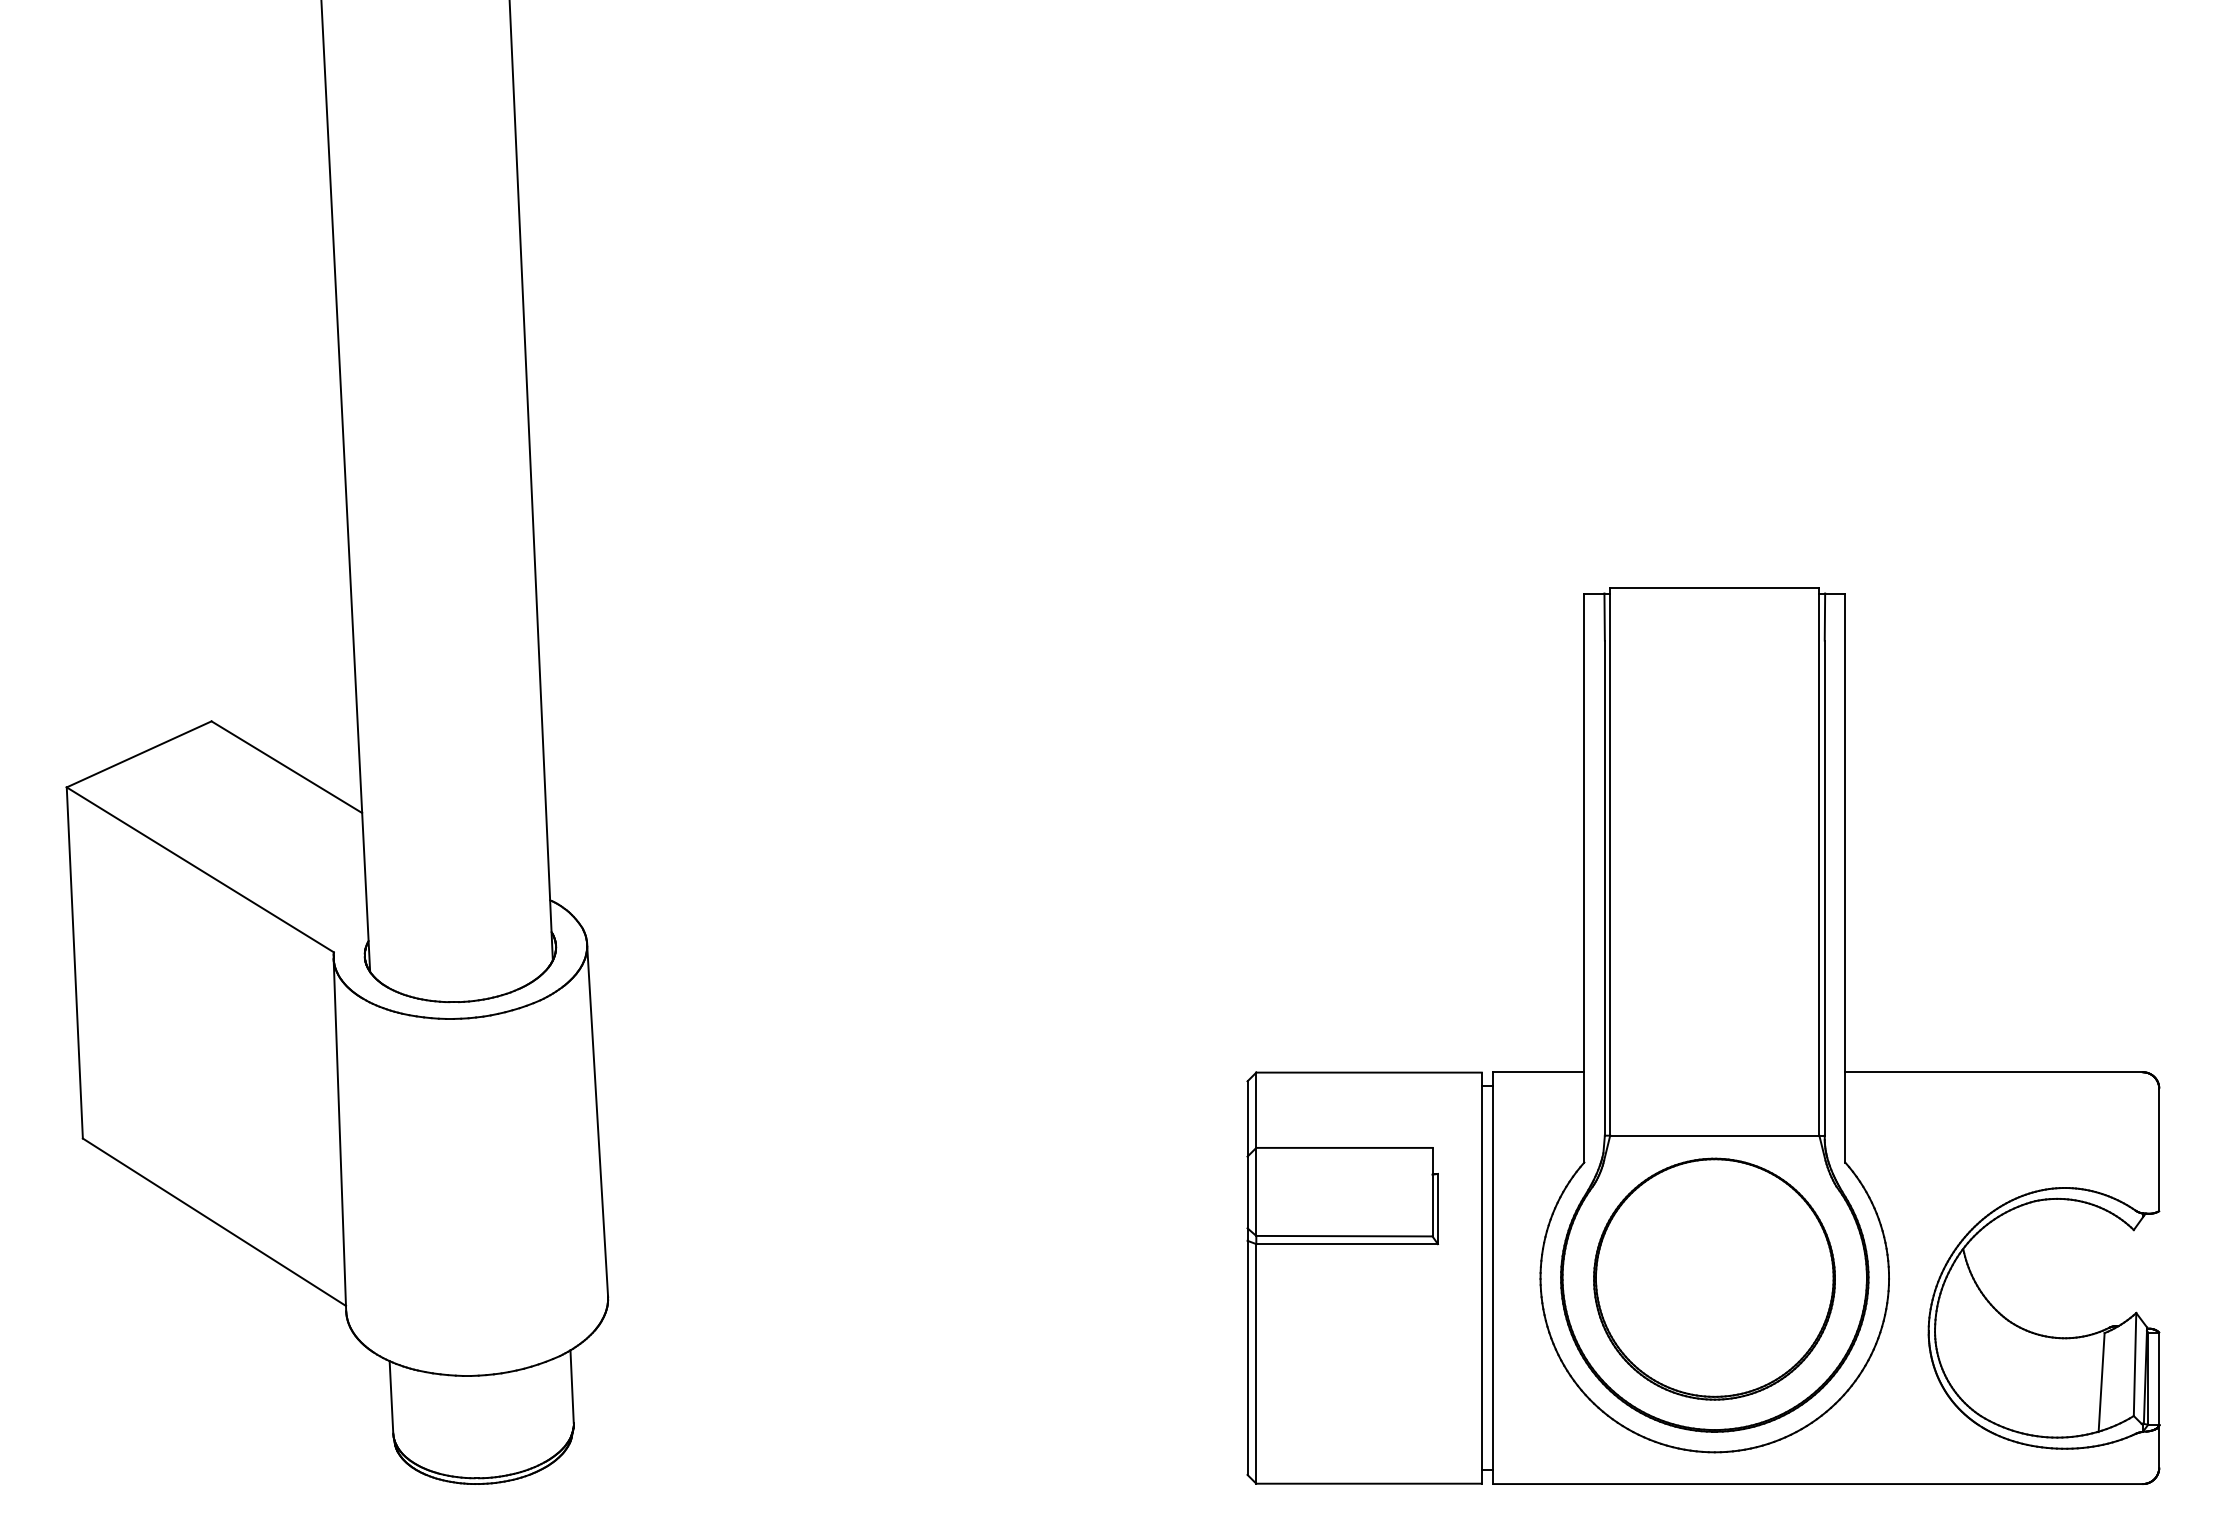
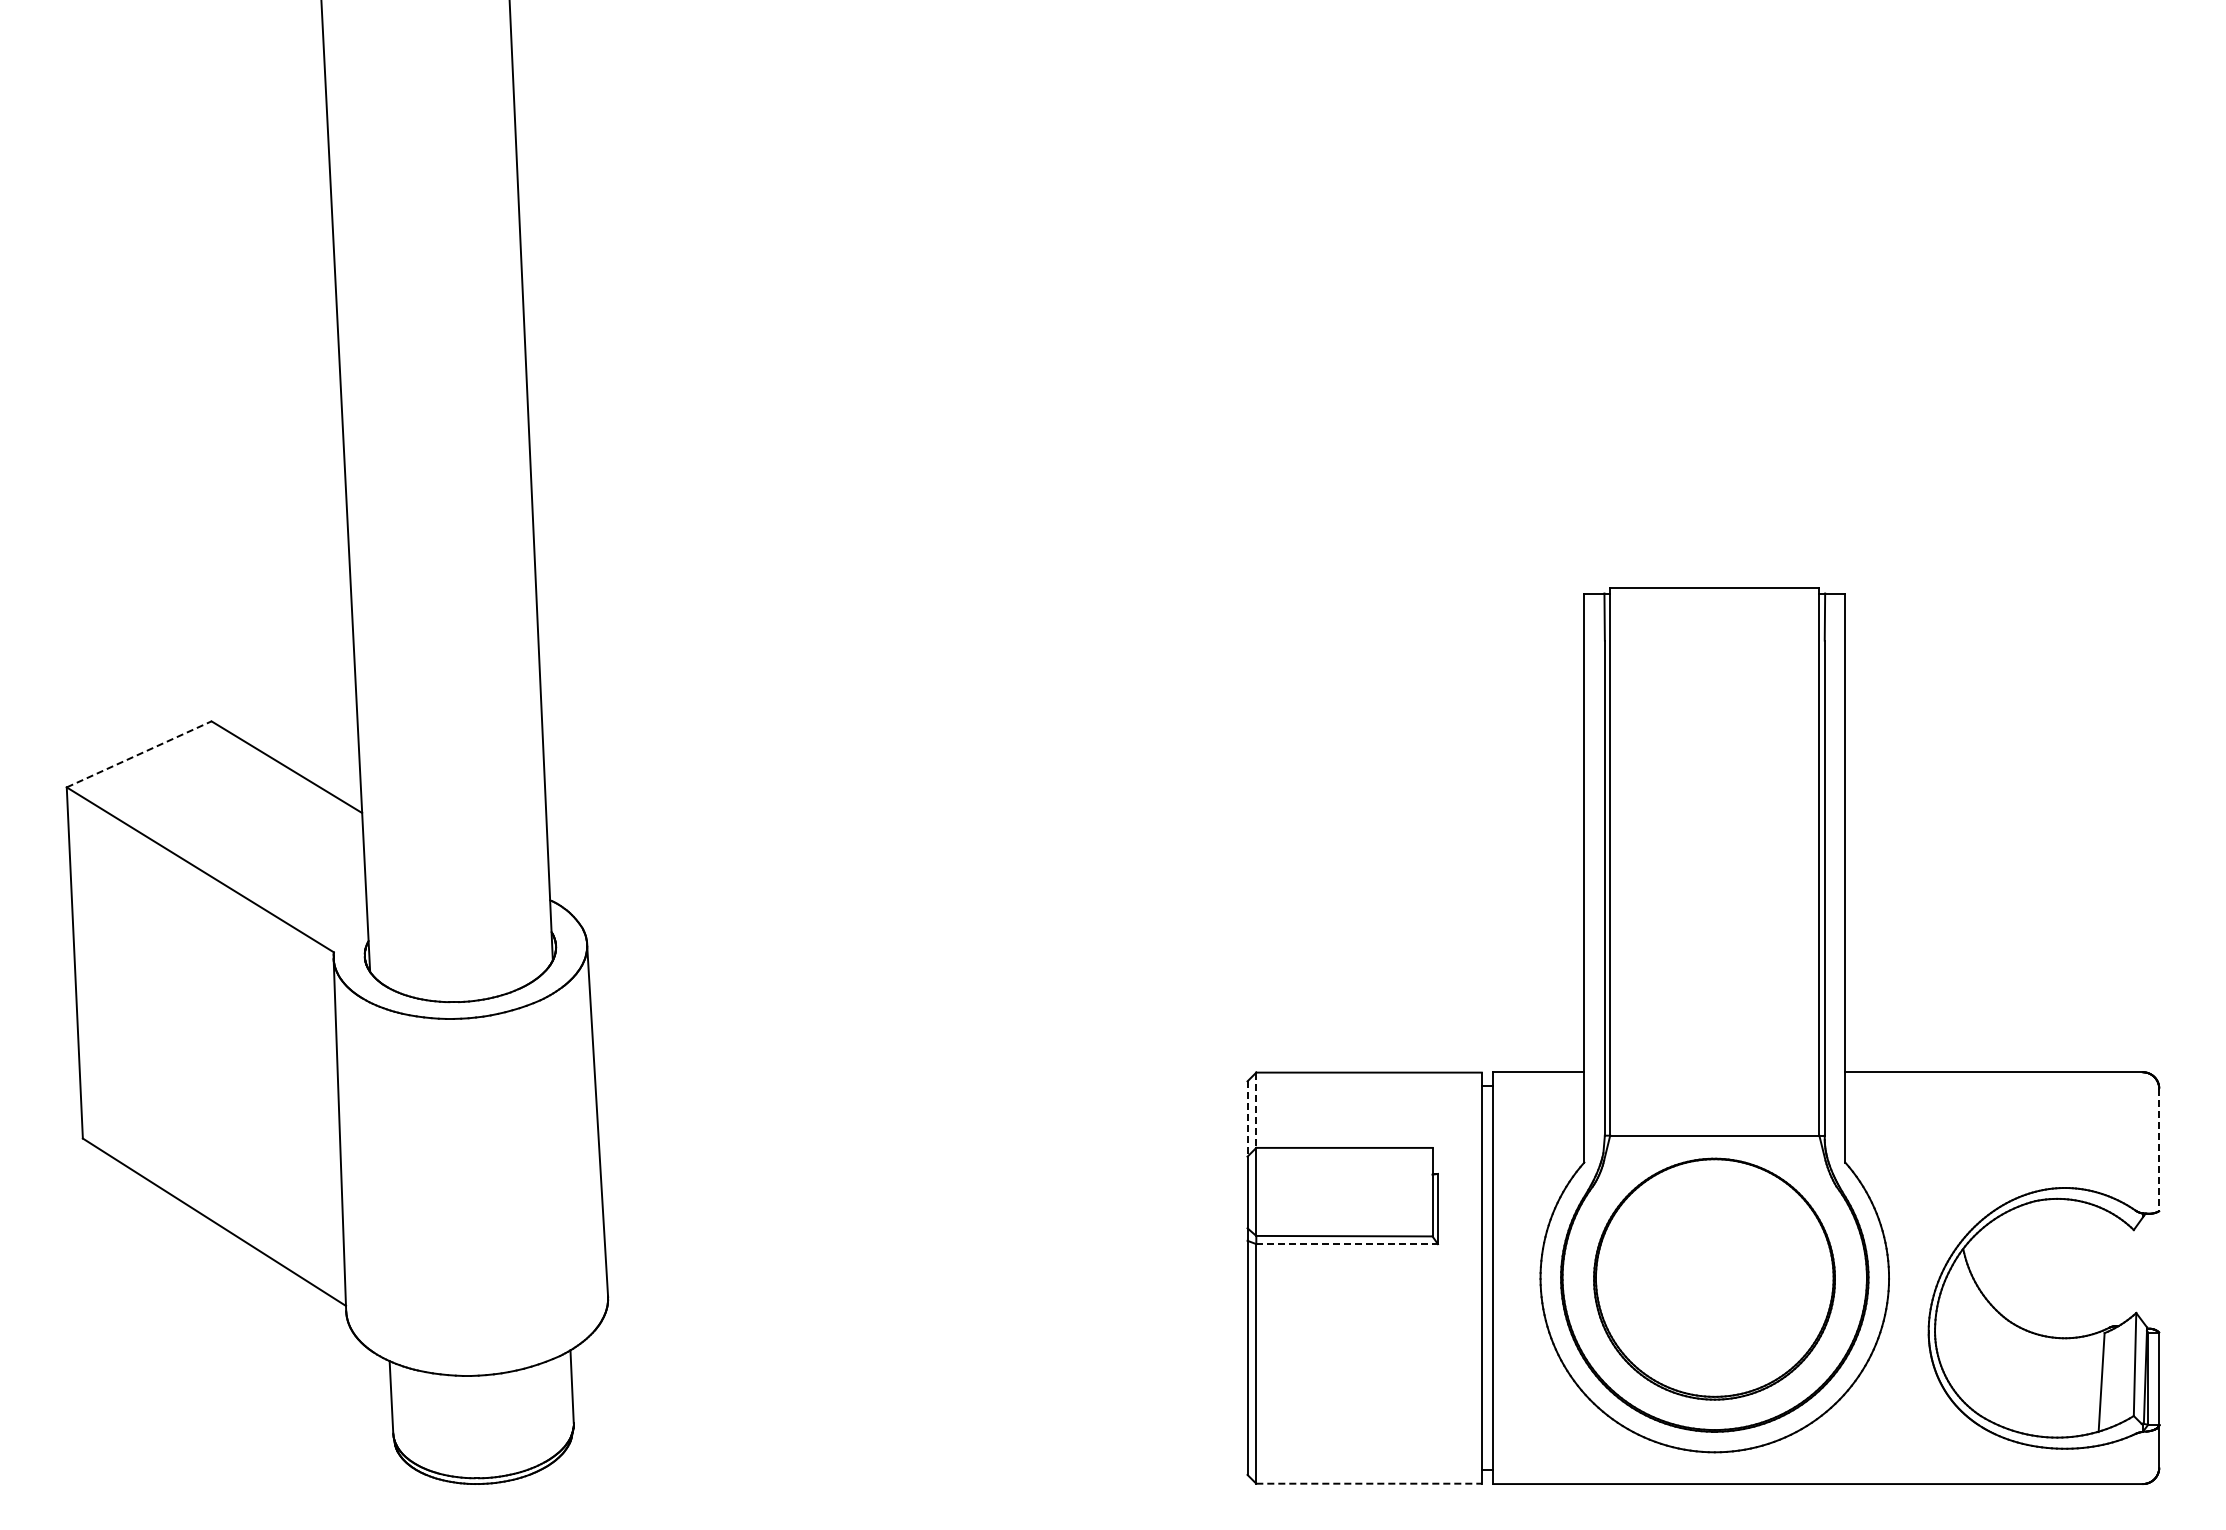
line at (139, 754): solid -> dashed
line at (1256, 1110): solid -> dashed
line at (1247, 1119): solid -> dashed
line at (2159, 1150): solid -> dashed
line at (1347, 1244): solid -> dashed
line at (1369, 1483): solid -> dashed
